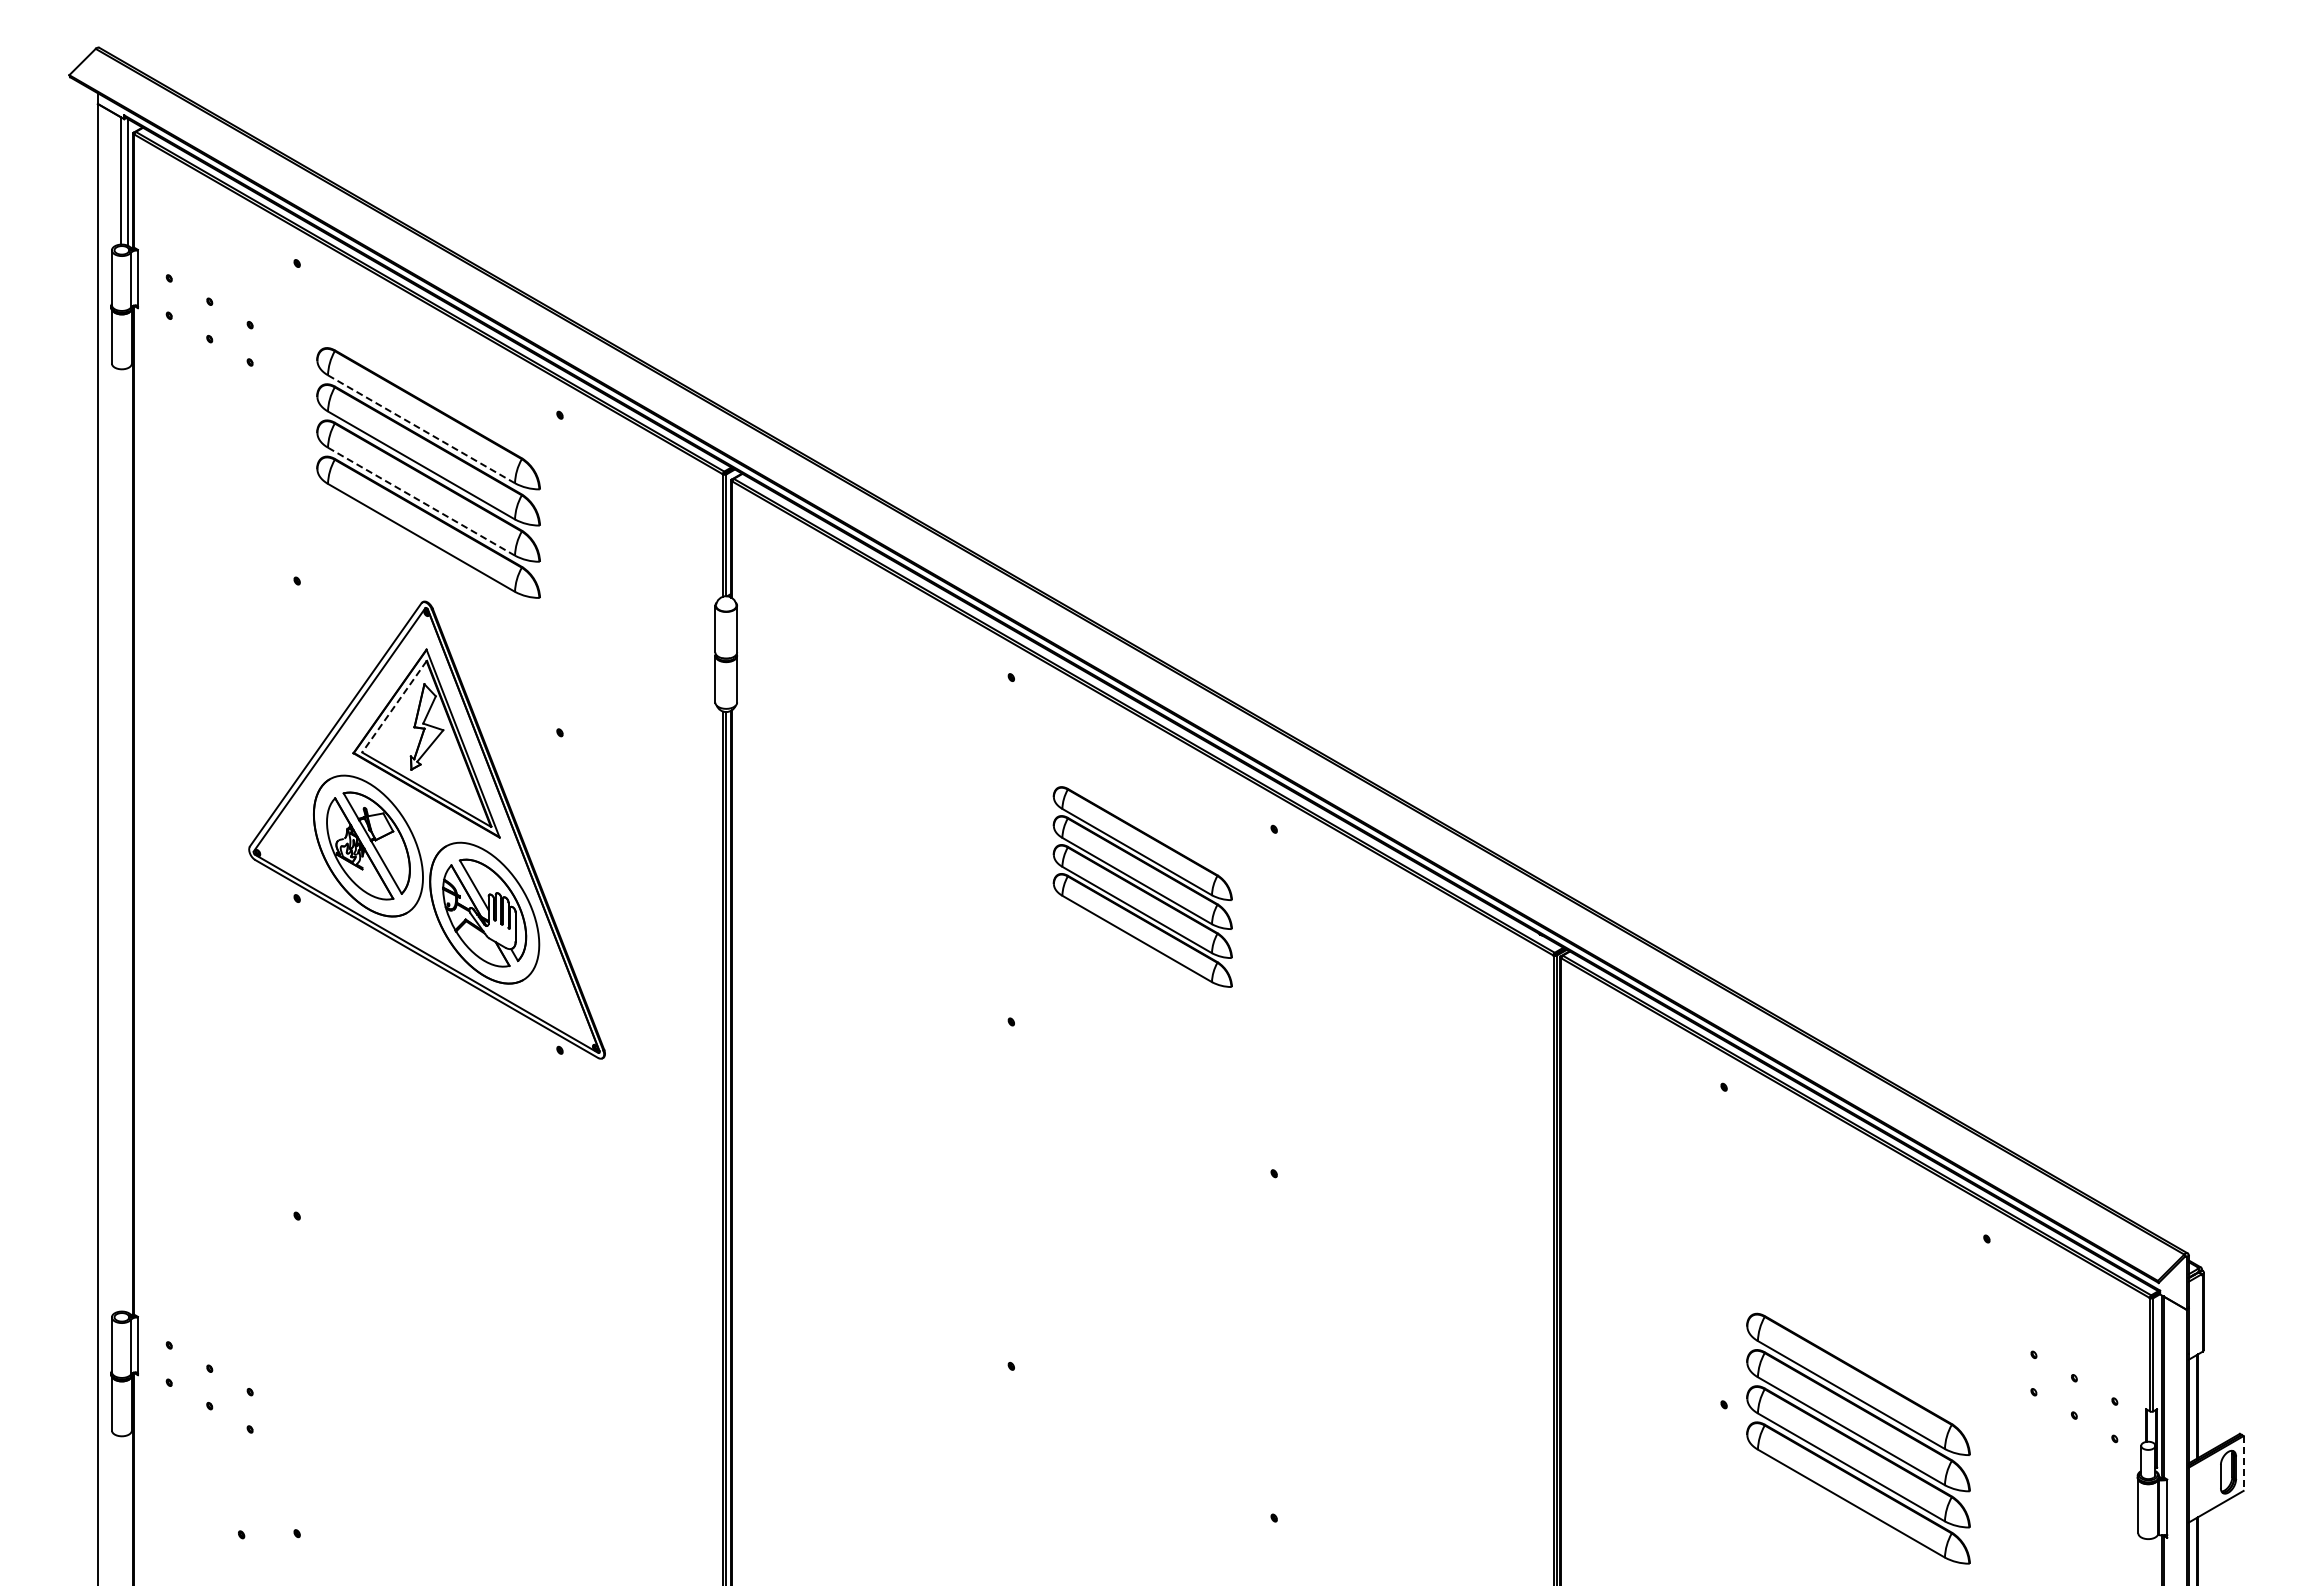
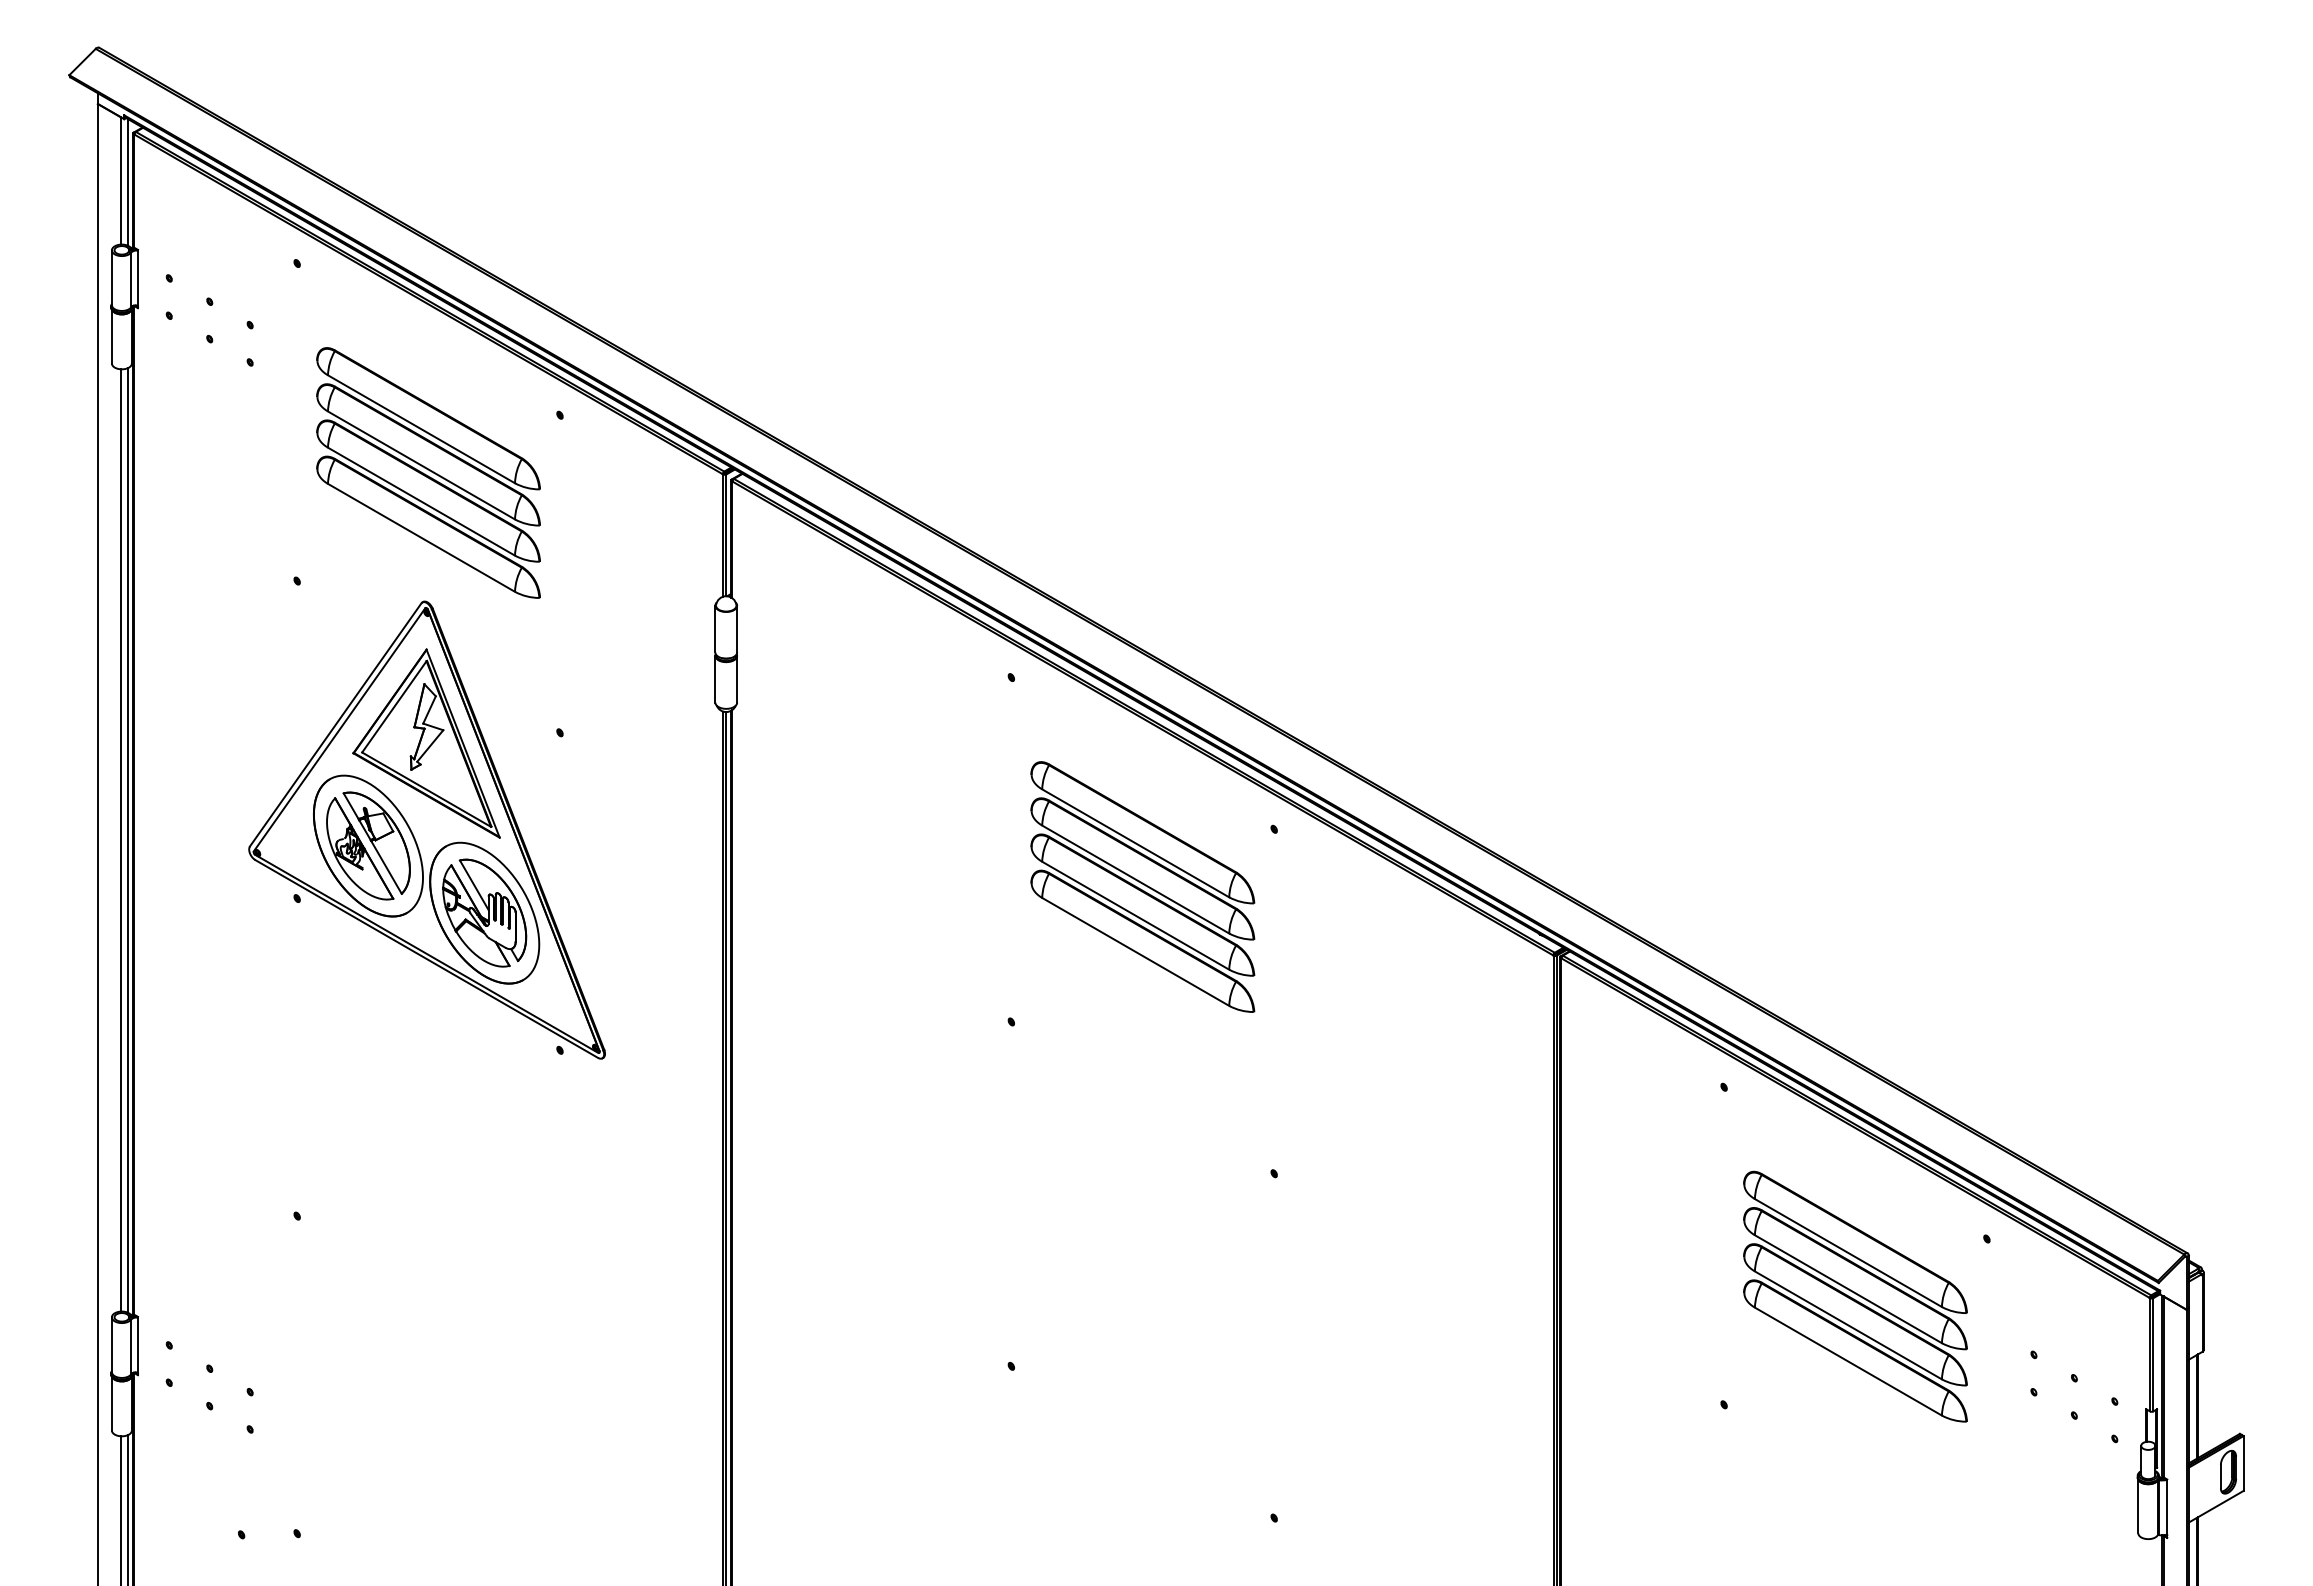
line at (421, 429): dashed -> solid
line at (421, 501): dashed -> solid
line at (394, 706): dashed -> solid
line at (120, 840): none -> present
line at (127, 840): none -> present
part at (1142, 886) size: 181x202 px -> 226x252 px
part at (1858, 1438) position: (1858, 1438) -> (1855, 1296)
line at (2243, 1464): dashed -> solid
line at (127, 1508): none -> present
line at (120, 1509): none -> present
